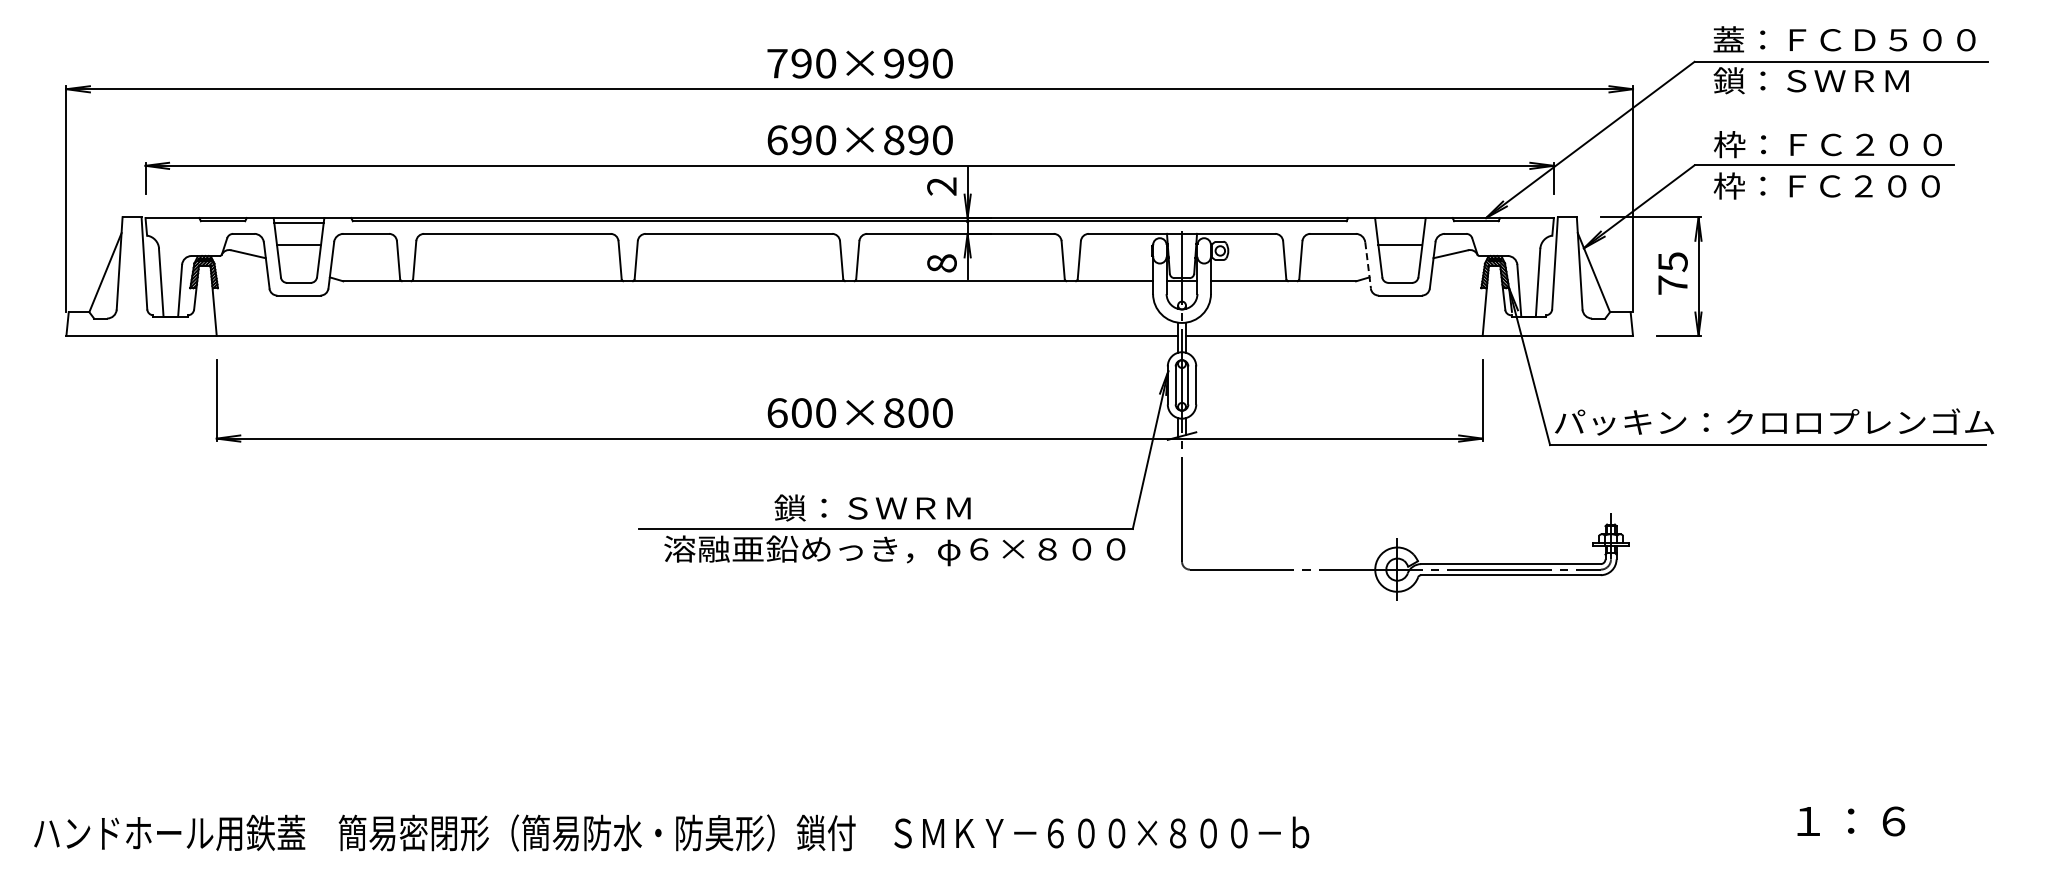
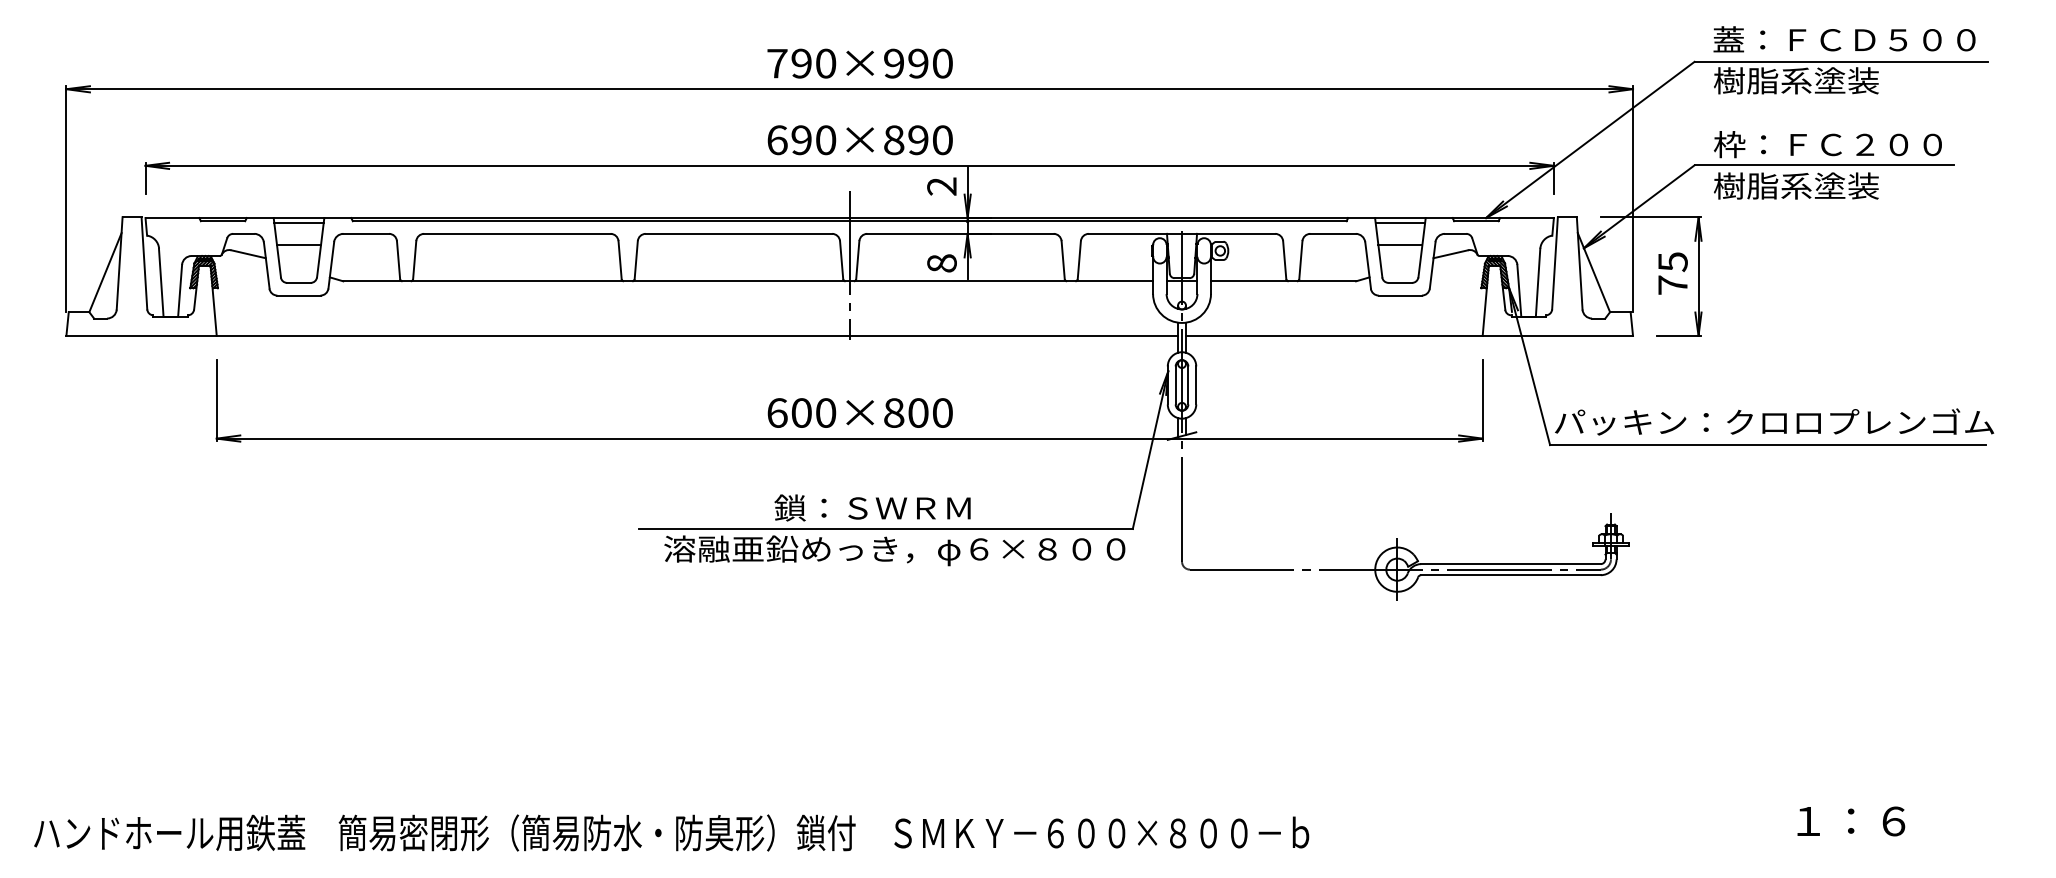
text at (1810, 80): 鎖：ＳＷＲＭ -> 樹脂系塗装
text at (1827, 185): 枠：ＦＣ２００ -> 樹脂系塗装
line at (1400, 222): none -> present
line at (849, 264): none -> present
line at (1368, 265): dashed -> solid
